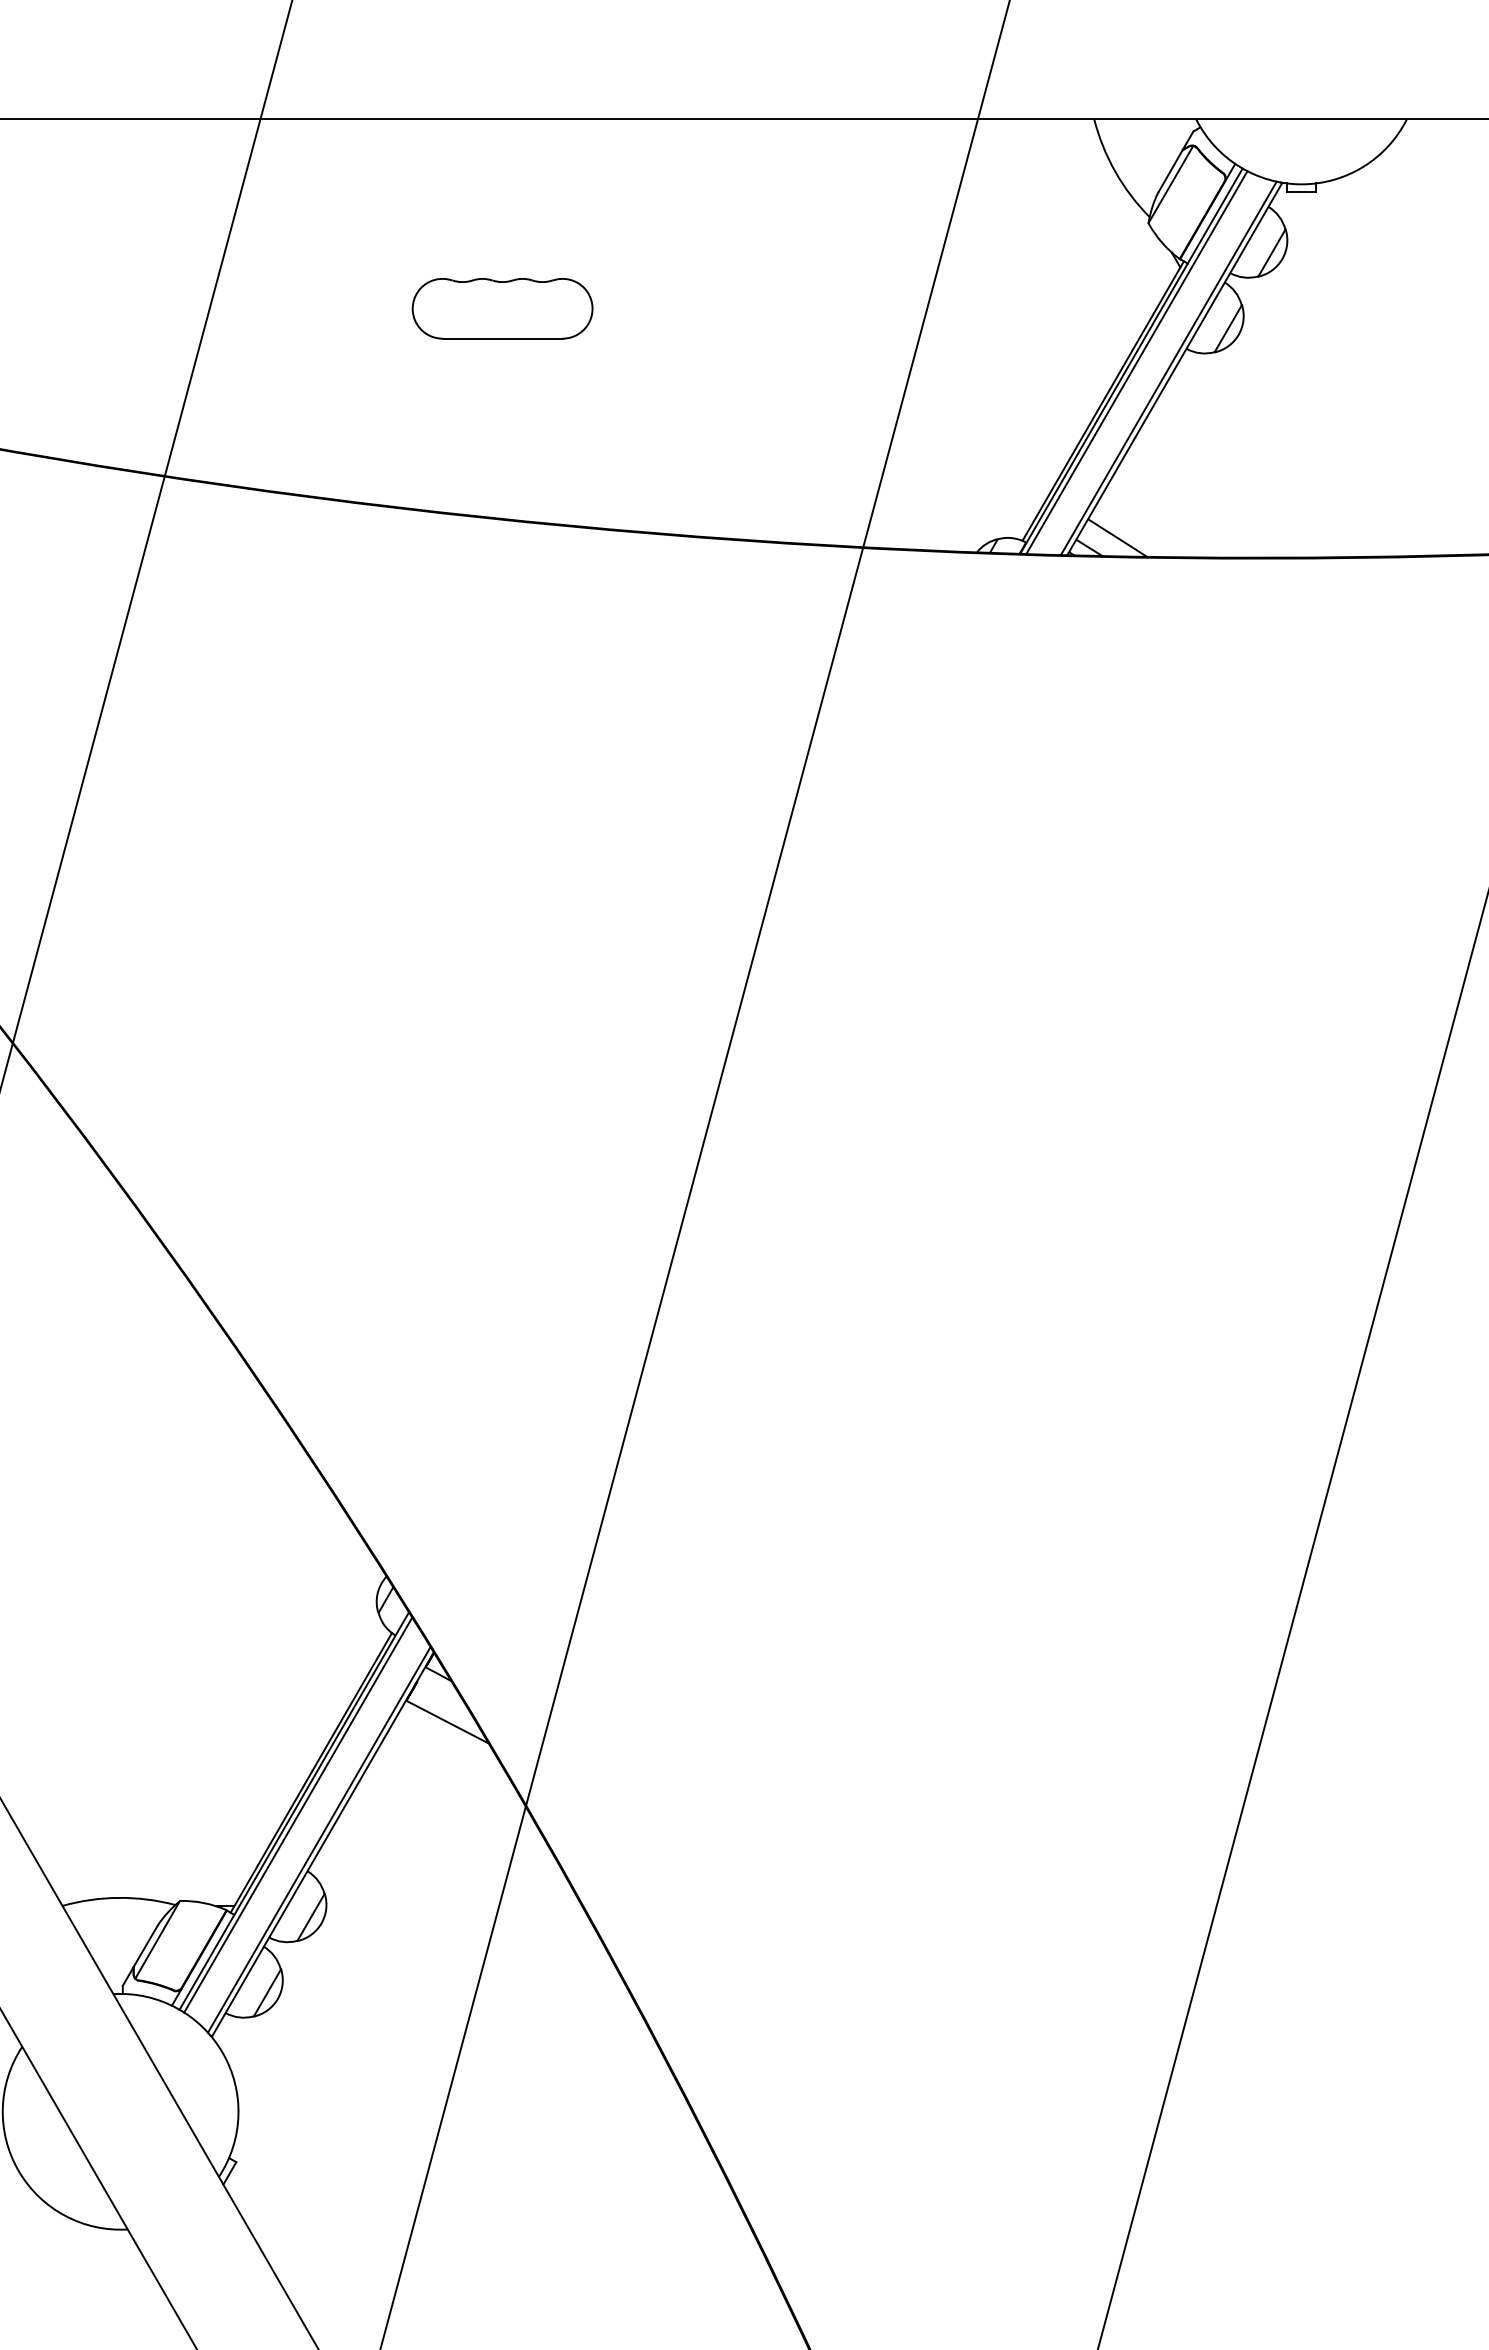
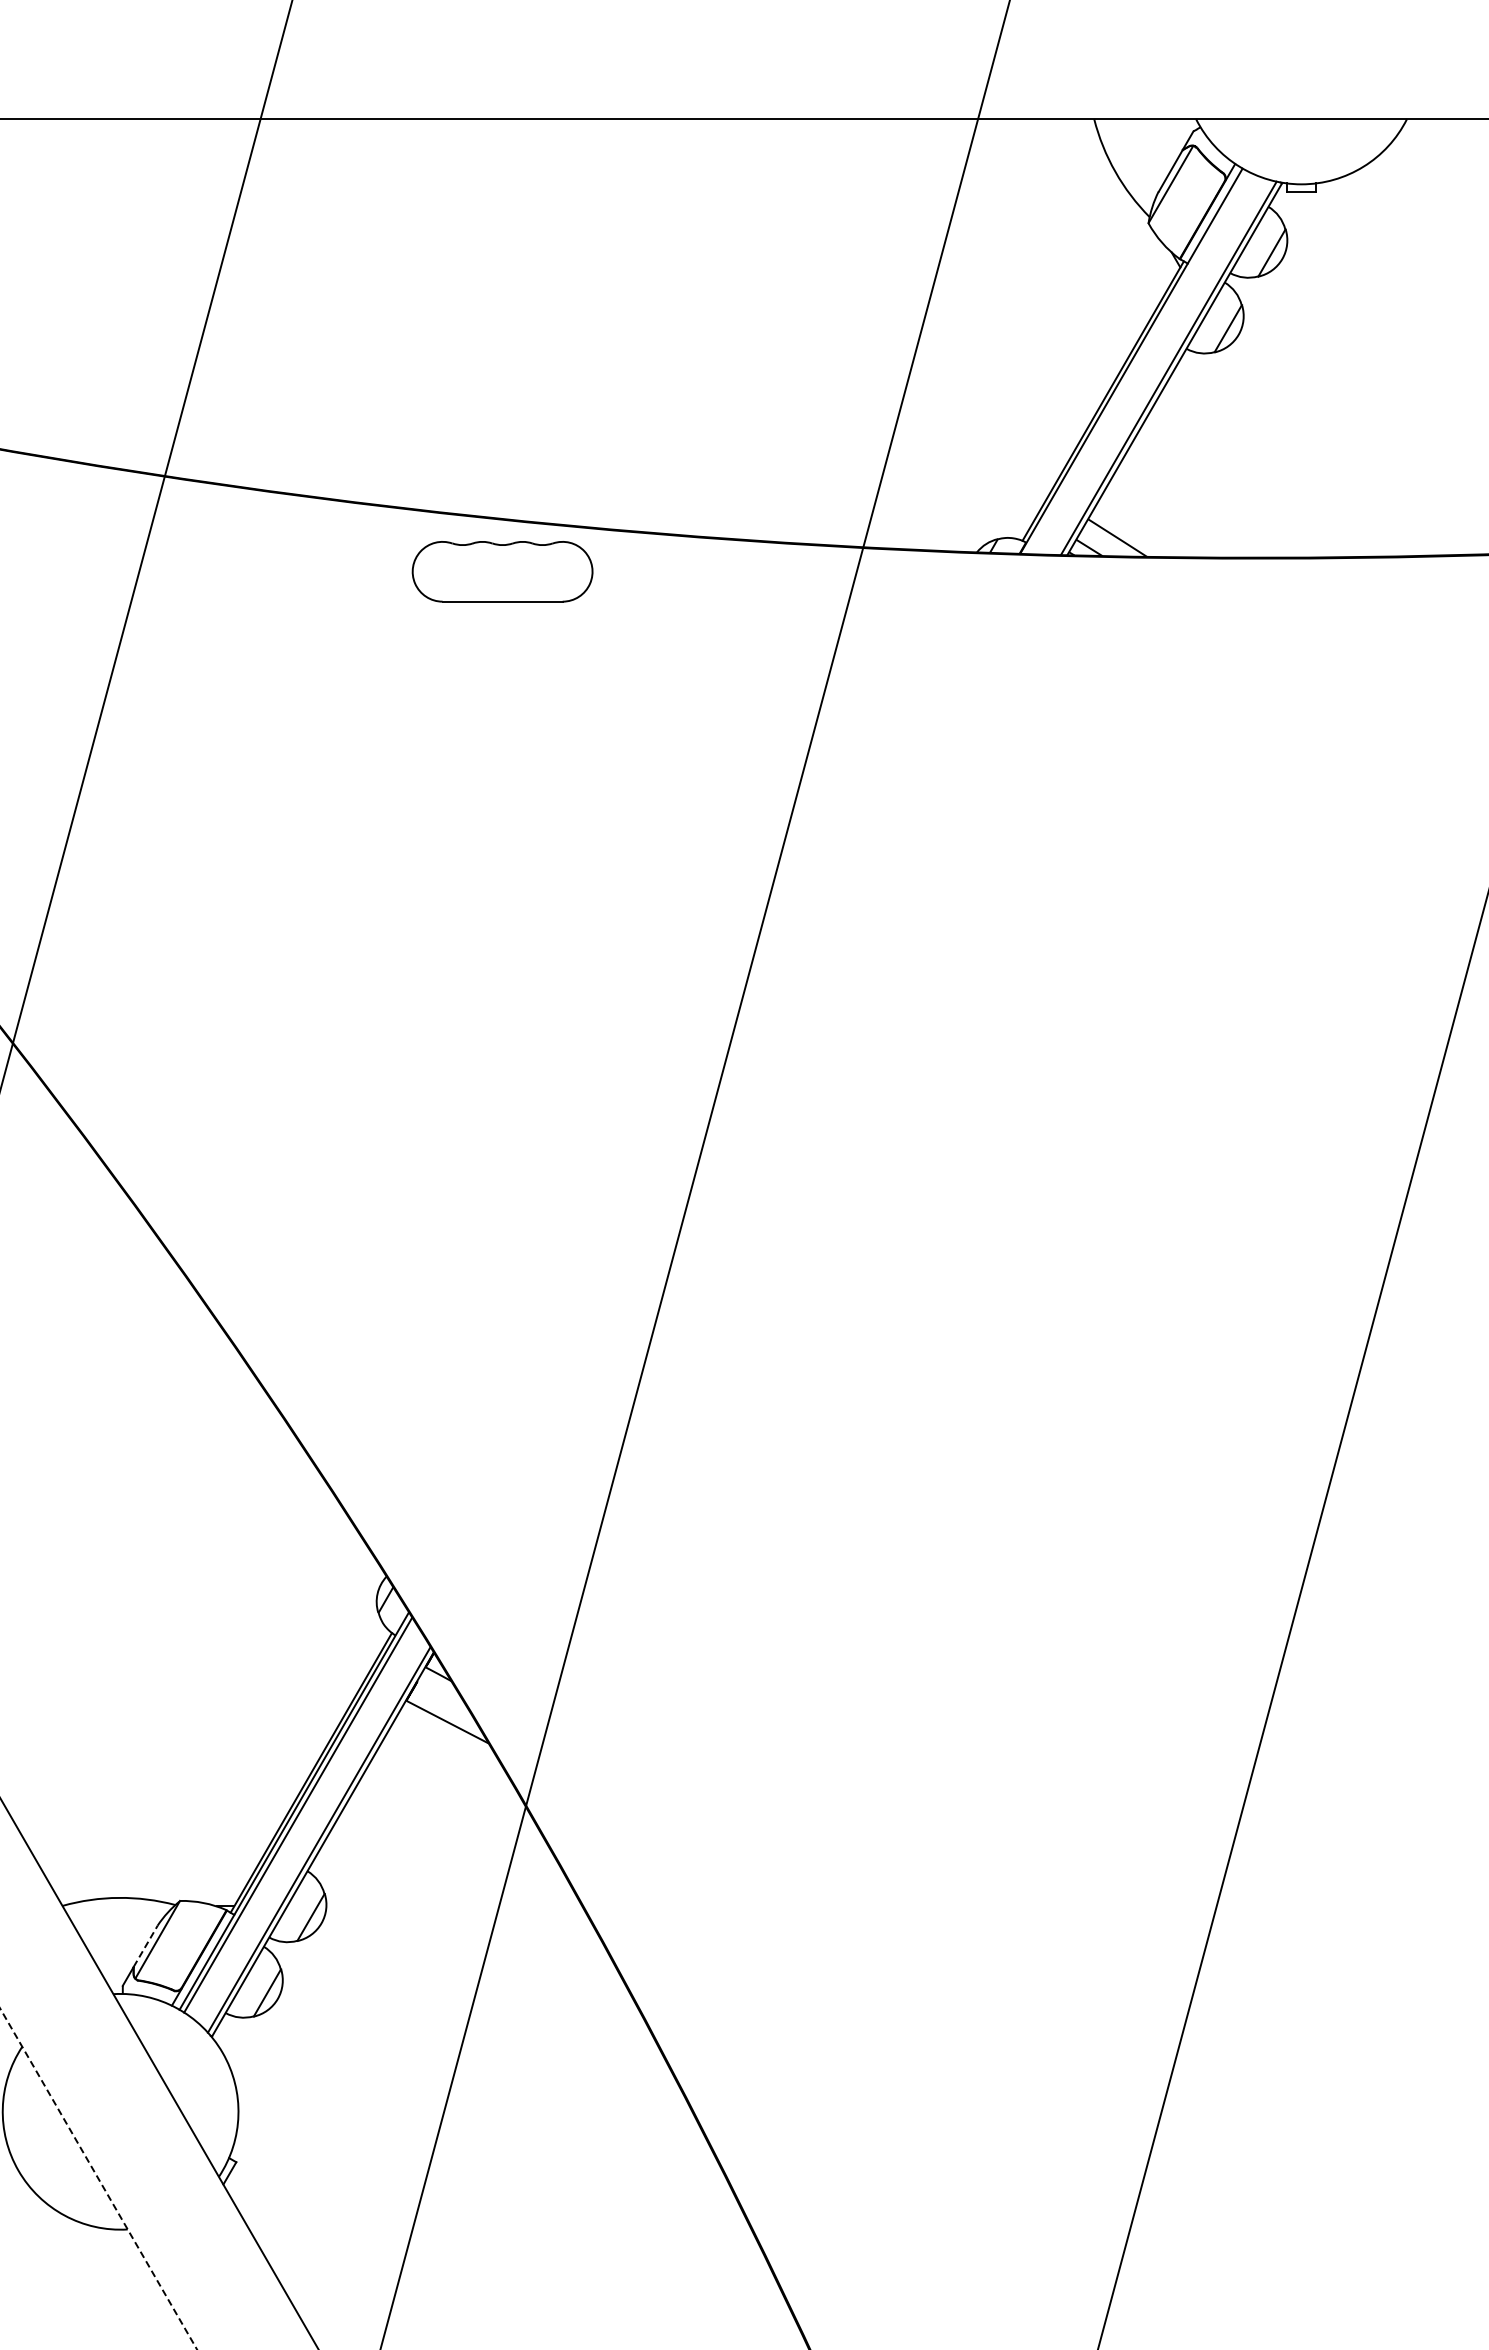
part at (502, 308) position: (502, 308) -> (502, 571)
line at (1136, 362): present -> none
line at (145, 1946): solid -> dashed
line at (98, 2178): solid -> dashed
